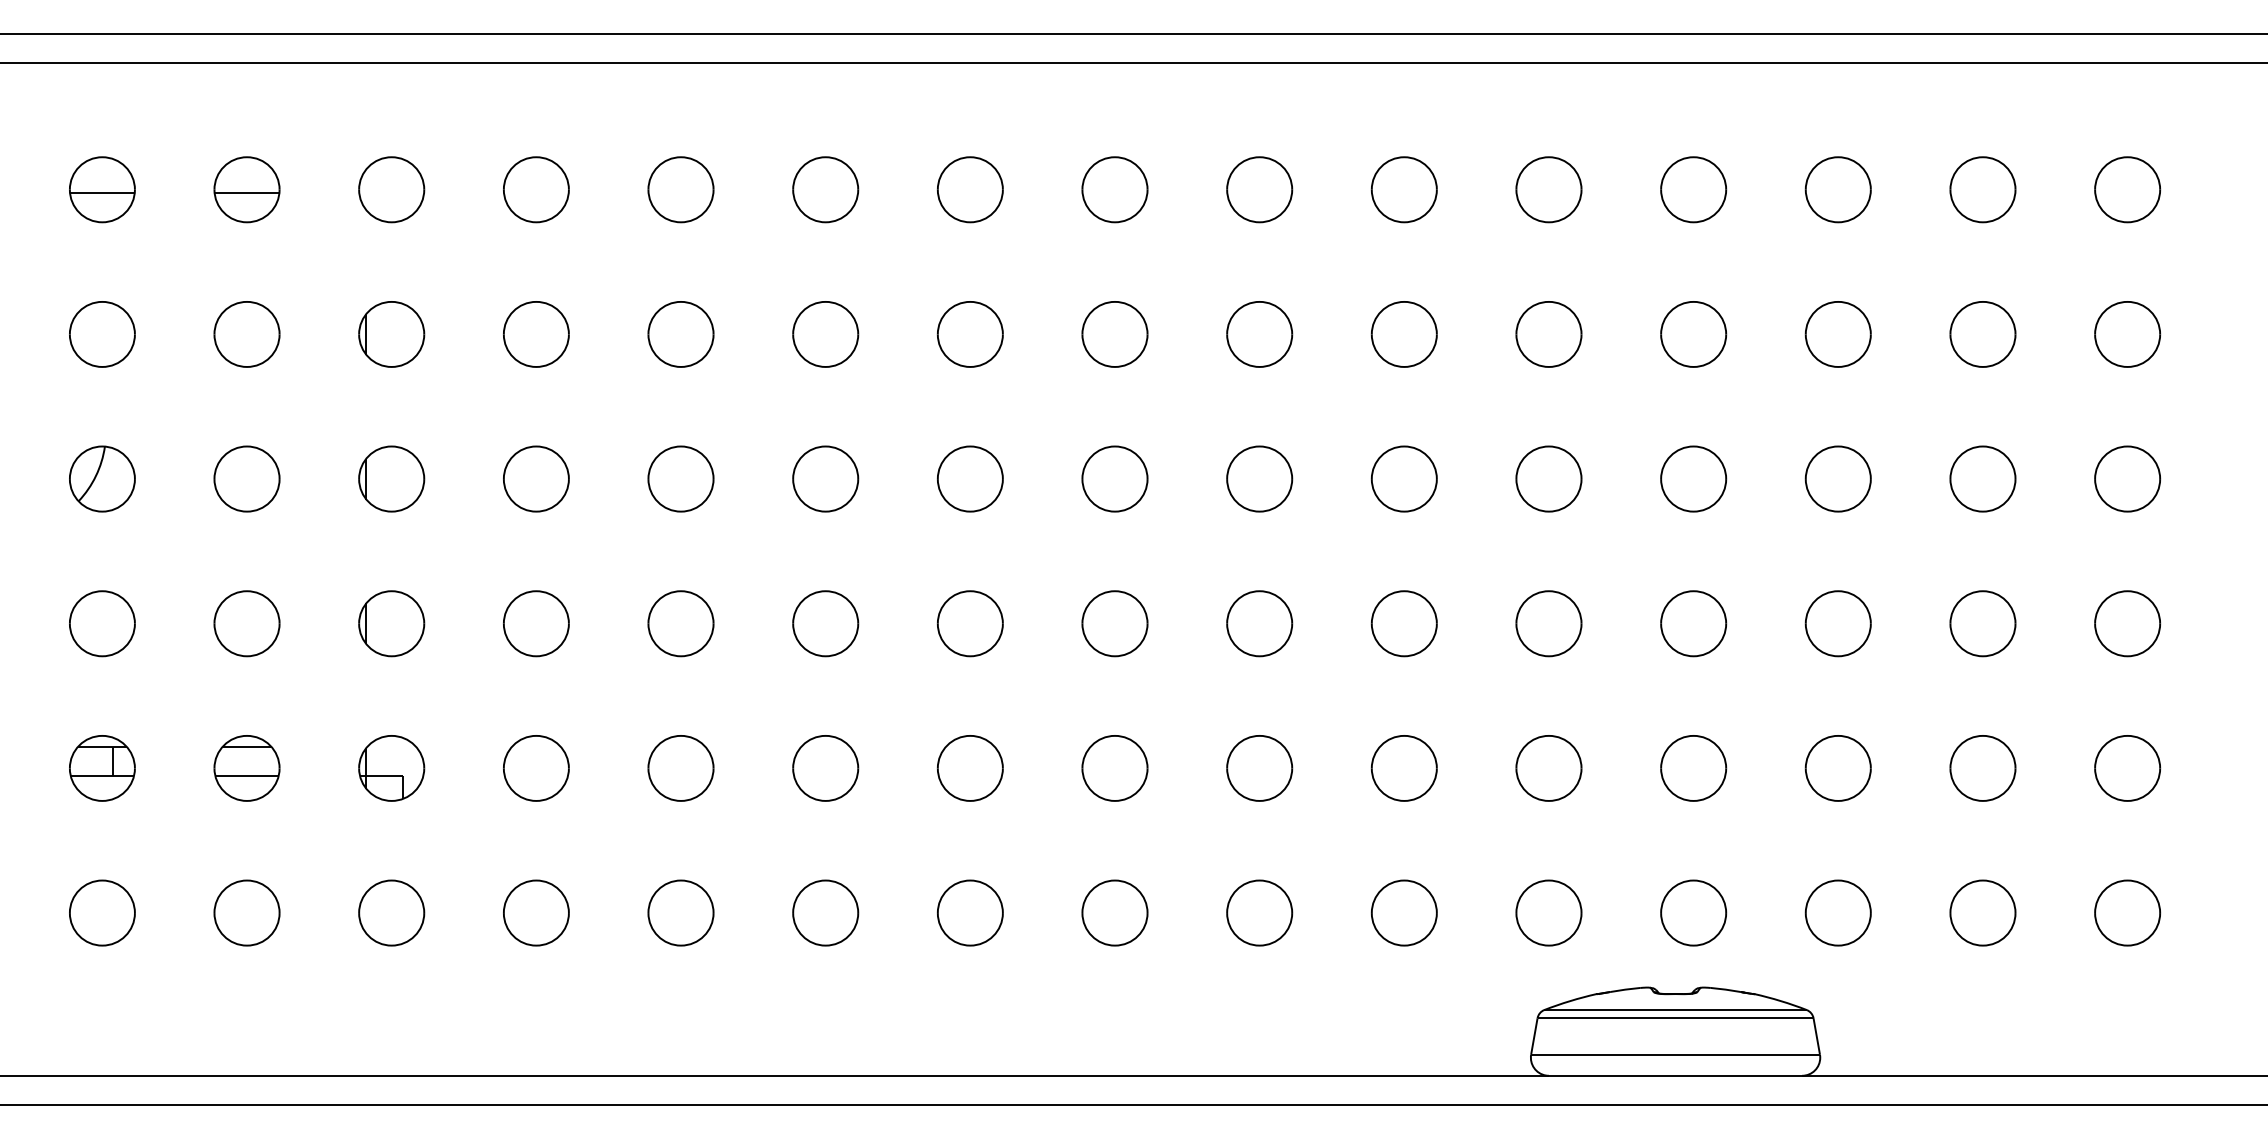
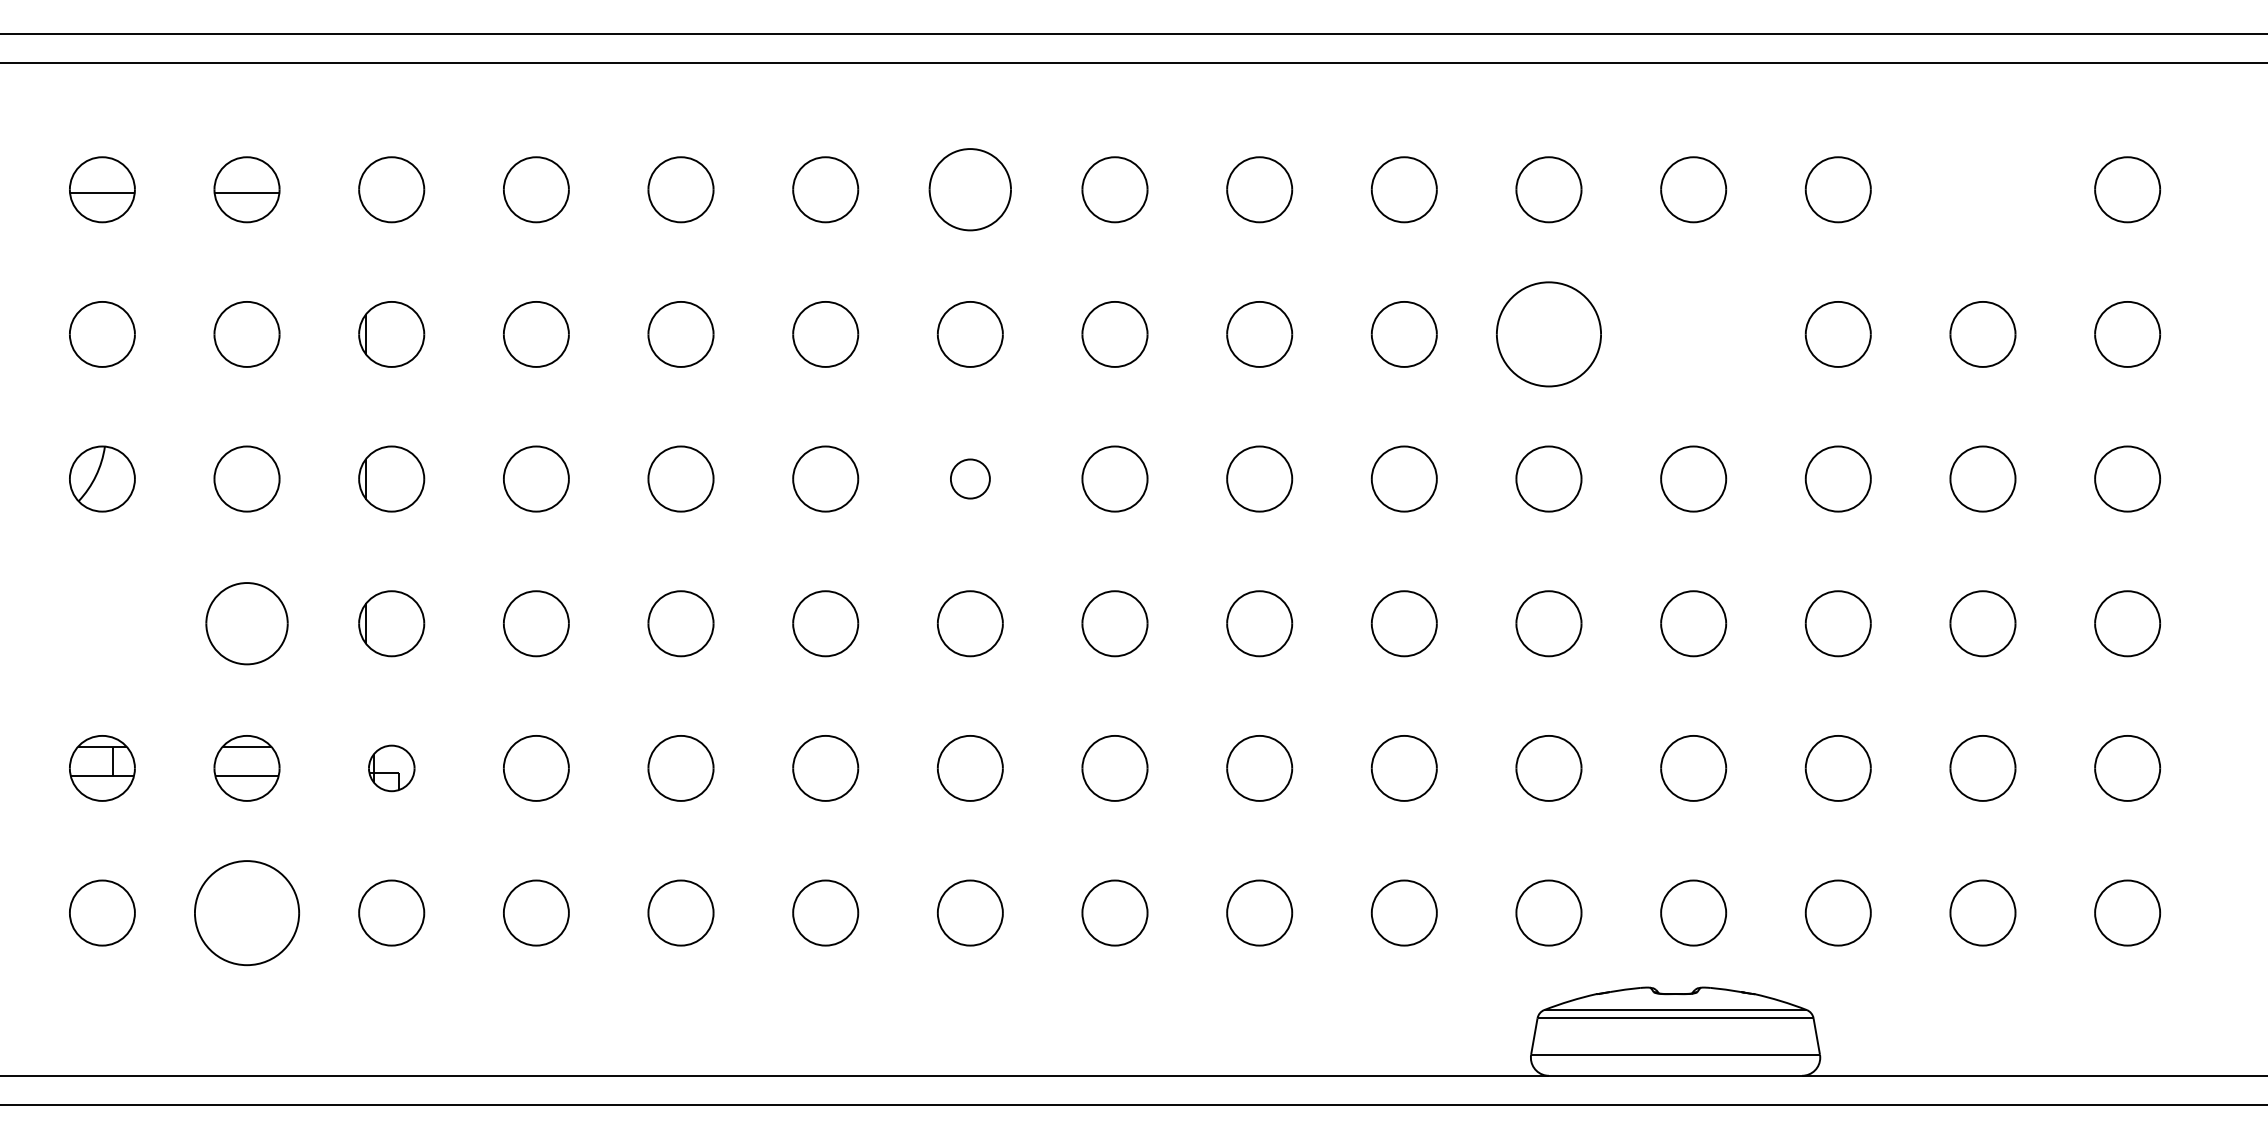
part at (970, 189) size: 67x68 px -> 84x84 px
part at (1982, 189): present -> none
part at (1548, 334) size: 68x67 px -> 106x107 px
part at (1693, 334): present -> none
part at (970, 478) size: 67x68 px -> 41x42 px
part at (102, 623): present -> none
part at (246, 623) size: 68x68 px -> 84x84 px
part at (391, 768) size: 68x67 px -> 48x49 px
part at (246, 912) size: 68x68 px -> 106x107 px
